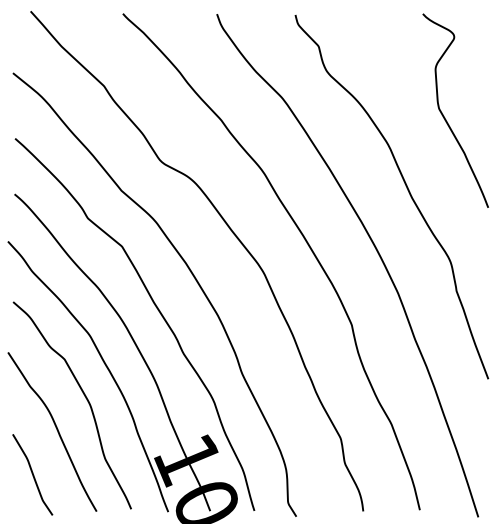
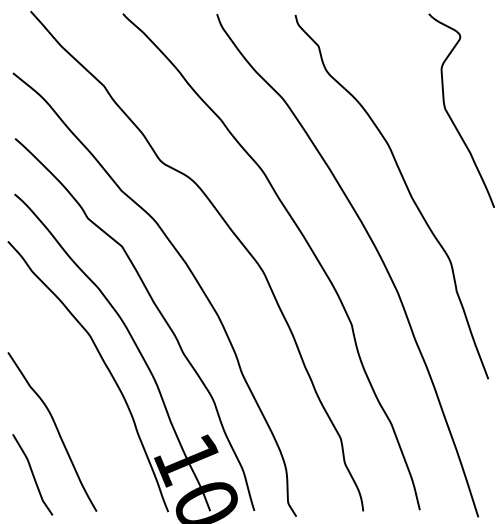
curve at (445, 117) position: (445, 117) -> (451, 117)
curve at (85, 398): present -> none
